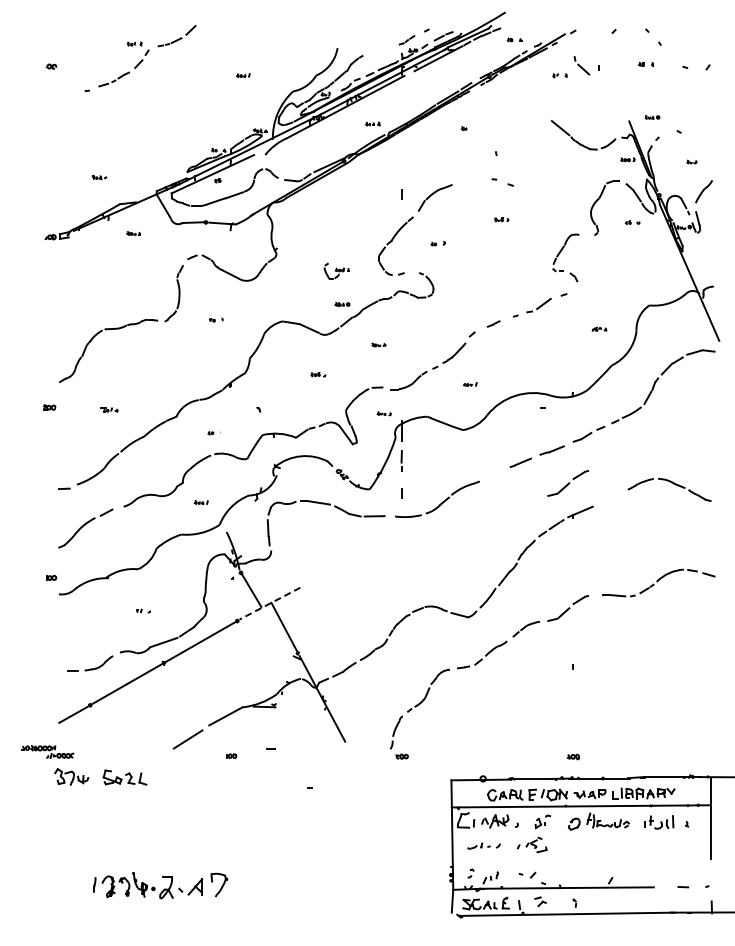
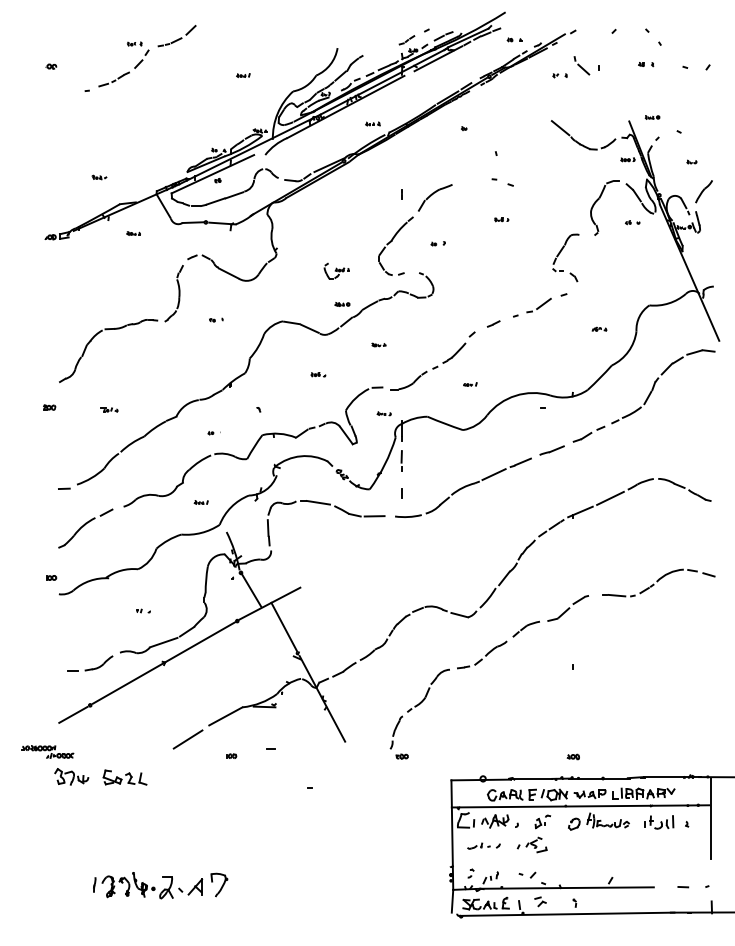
line at (493, 474): none -> present
part at (567, 483): present -> none
line at (610, 497): none -> present
line at (269, 603): dashed -> solid
